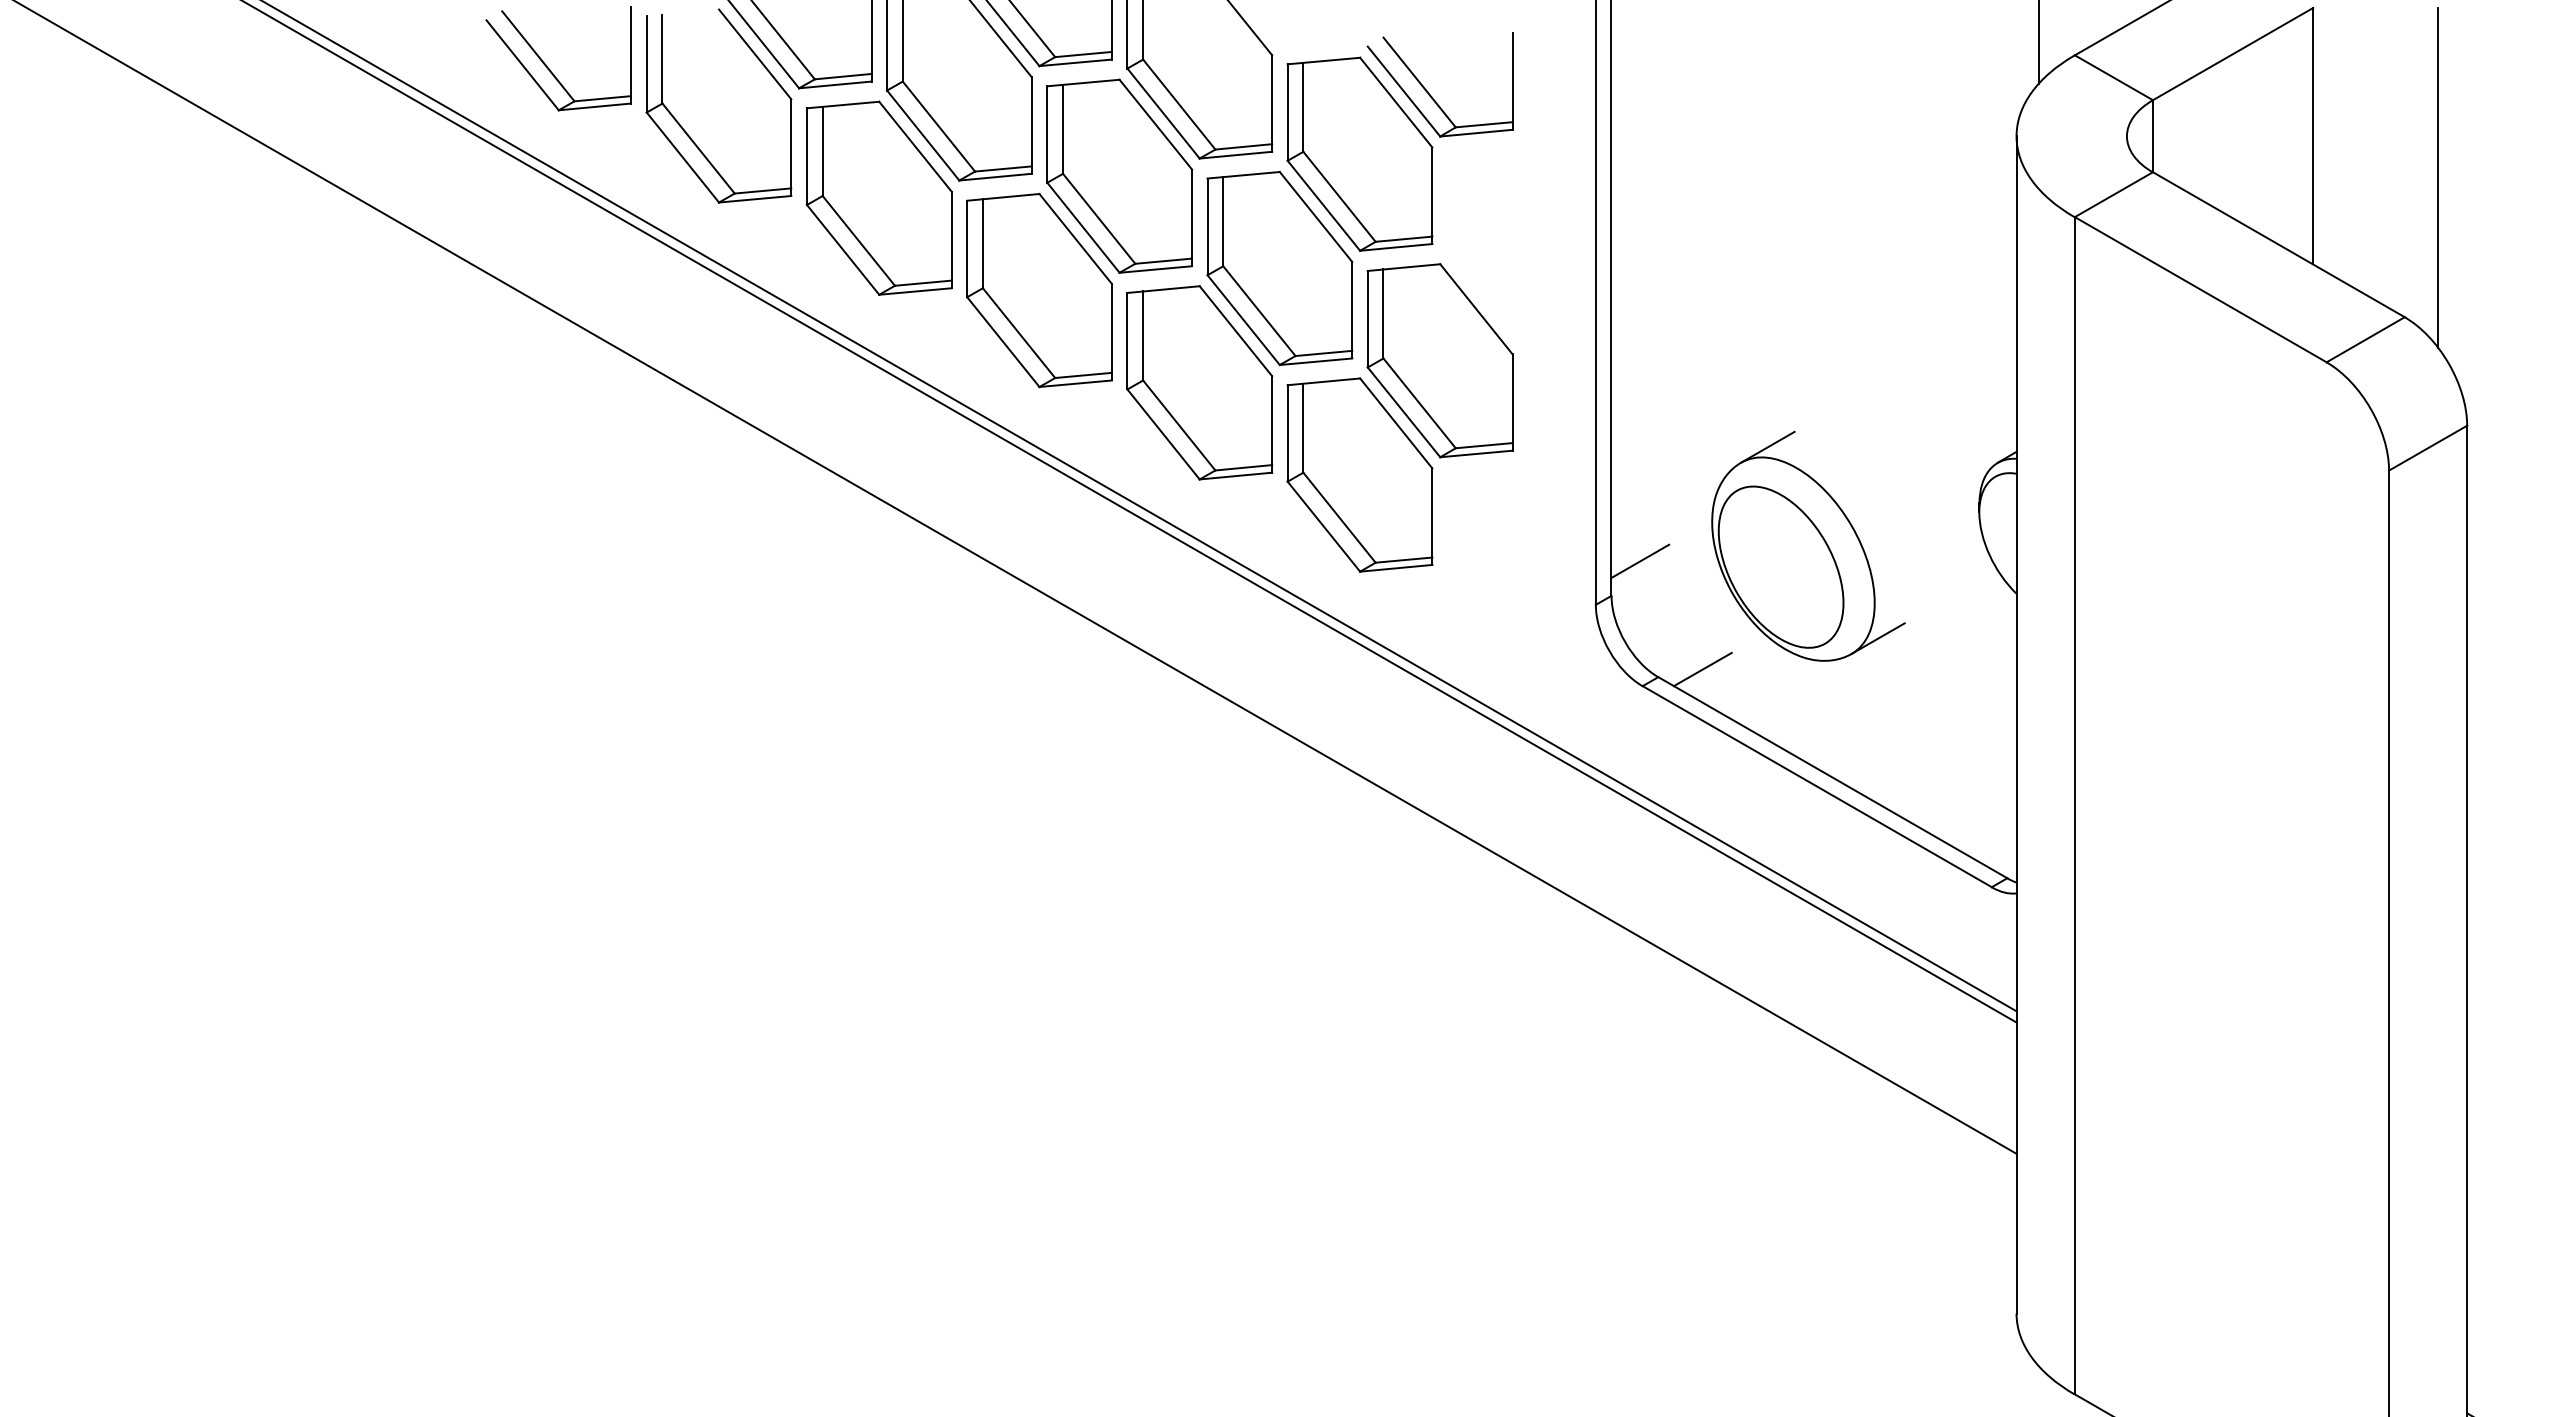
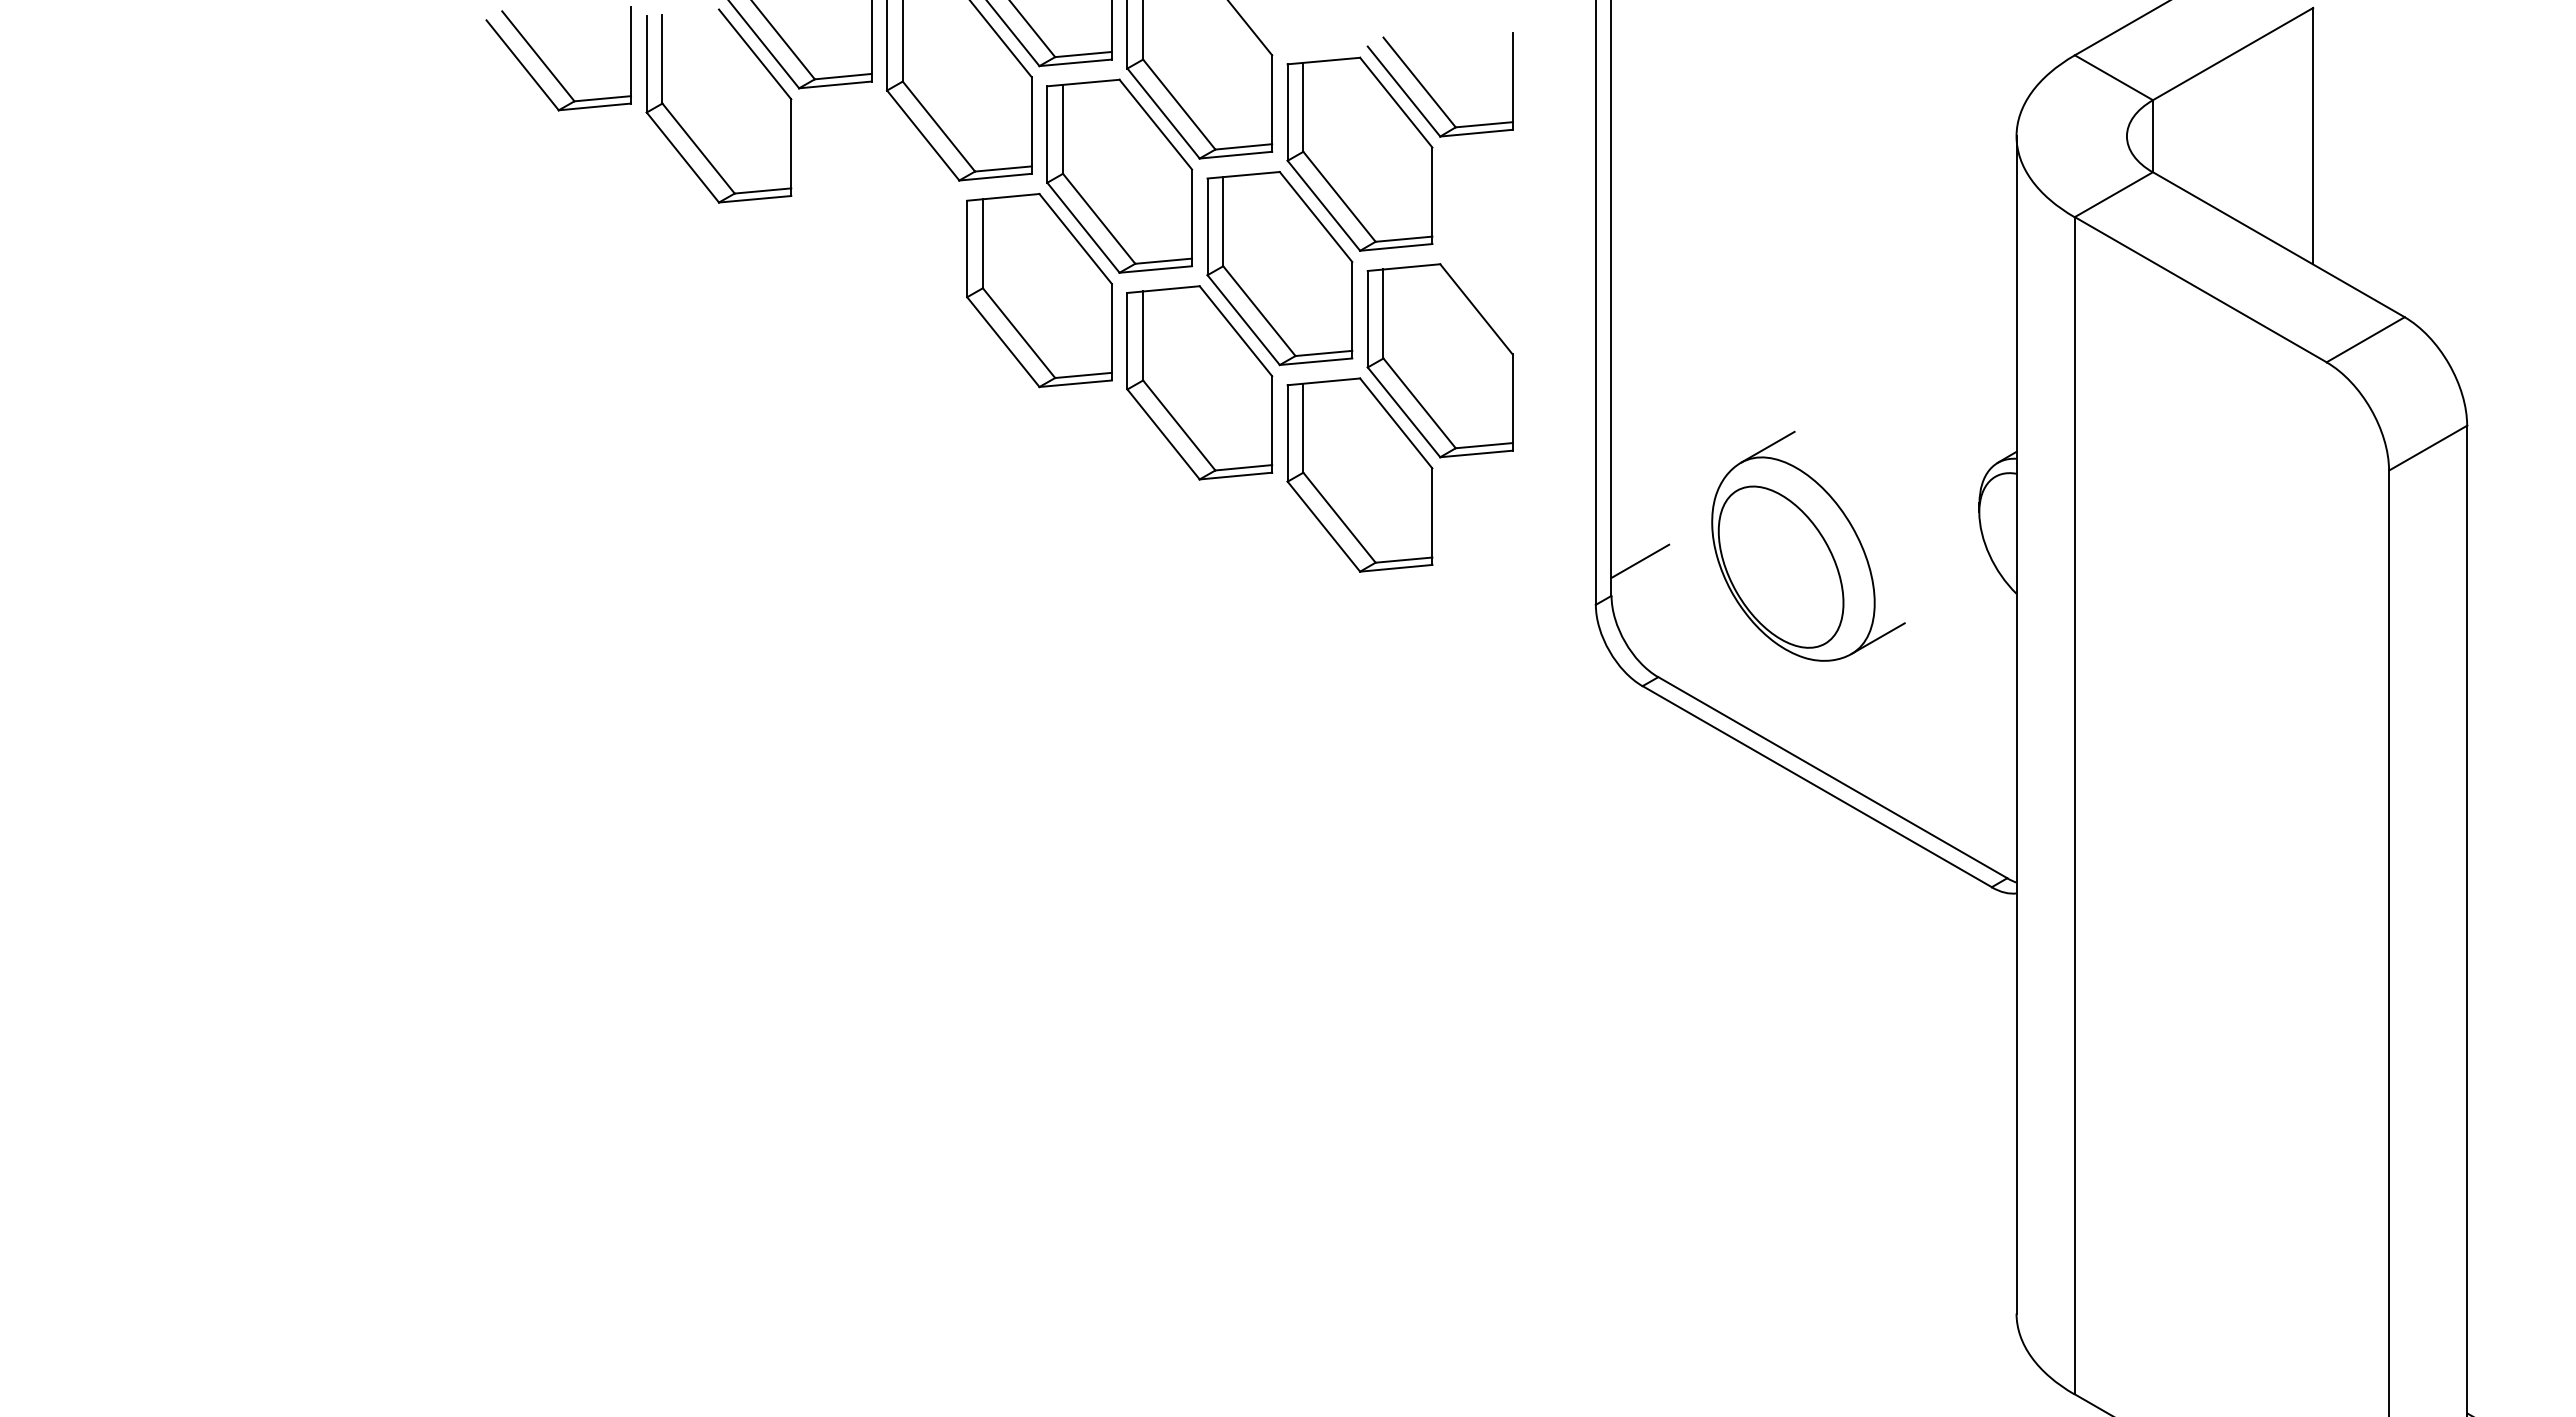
line at (2038, 42): present -> none
line at (2438, 177): present -> none
part at (878, 197): present -> none
line at (1140, 506): present -> none
line at (1130, 512): present -> none
line at (1016, 577): present -> none
line at (1702, 669): present -> none
